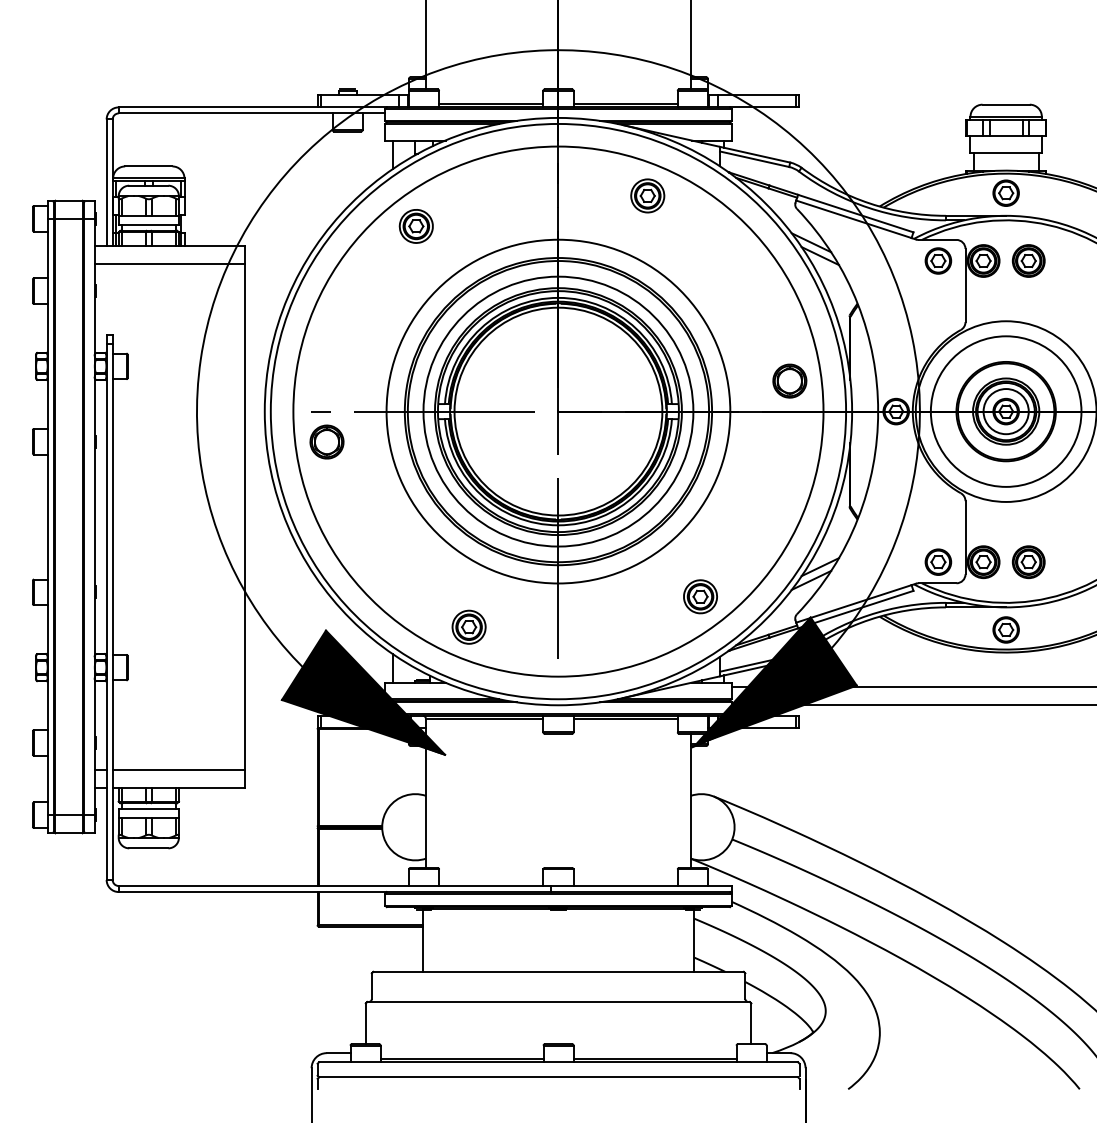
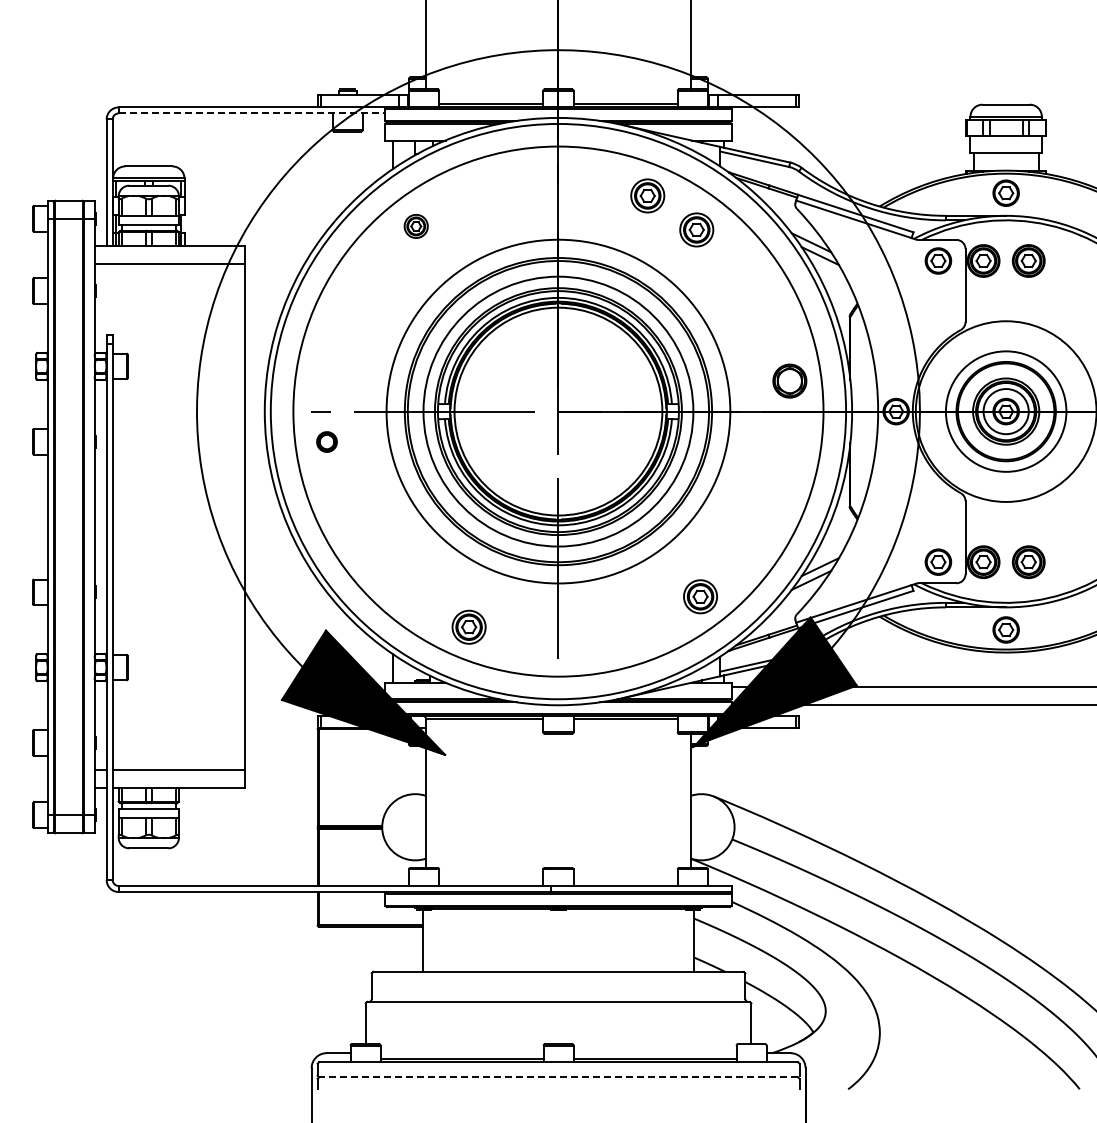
line at (252, 113): solid -> dashed
part at (415, 226) size: 36x35 px -> 26x25 px
part at (696, 229): none -> present
circle at (1005, 411) diameter: 151 px -> 120 px
part at (326, 441) size: 36x36 px -> 22x22 px
line at (558, 1077): solid -> dashed
